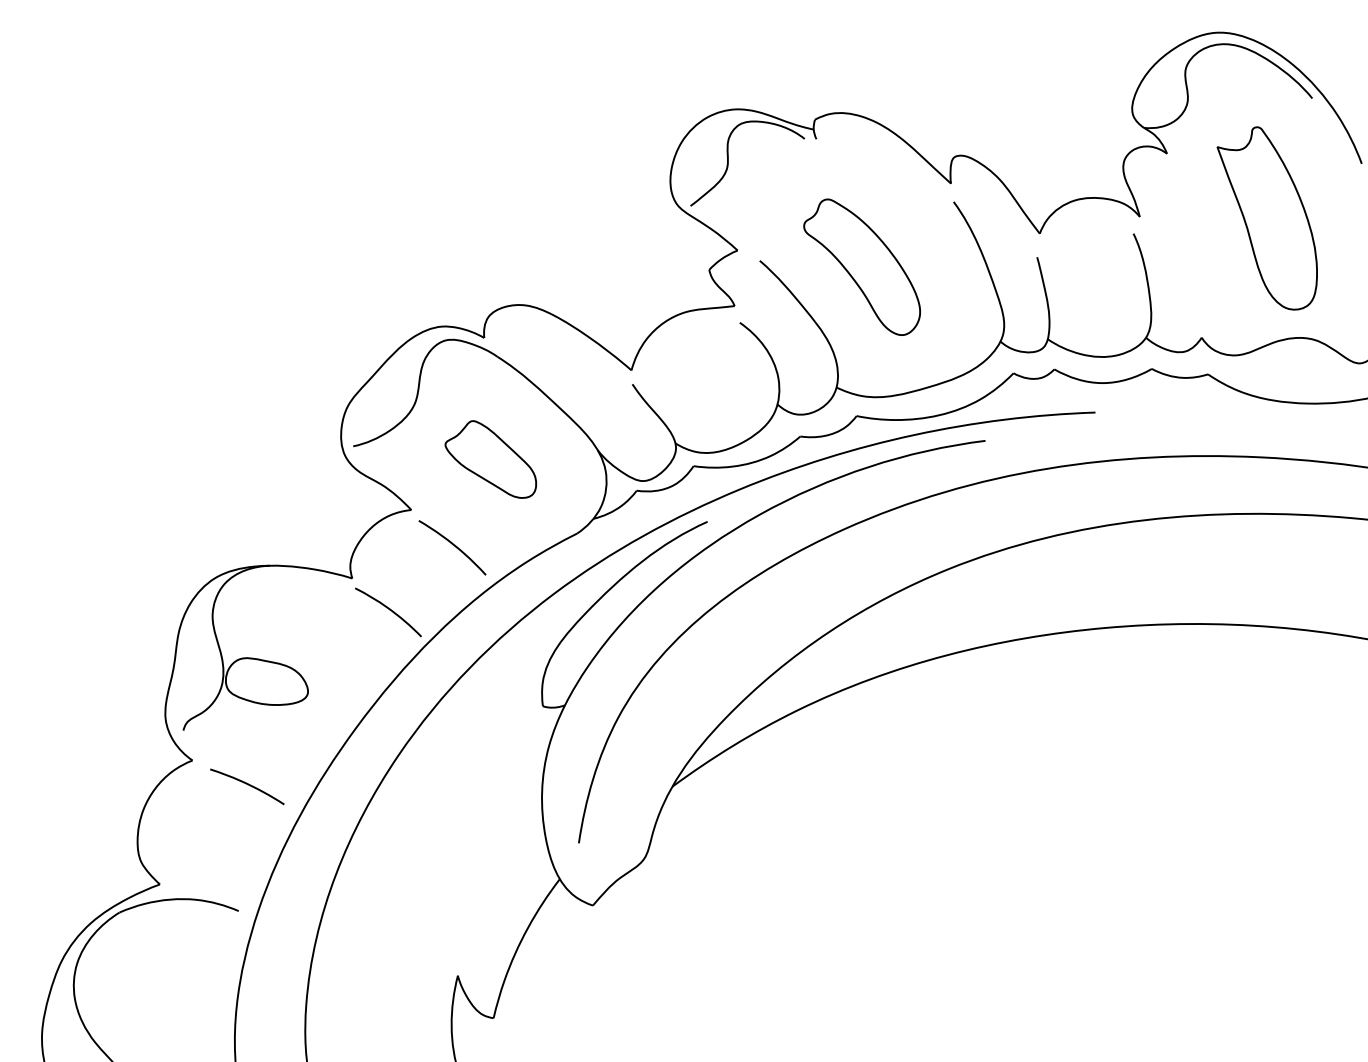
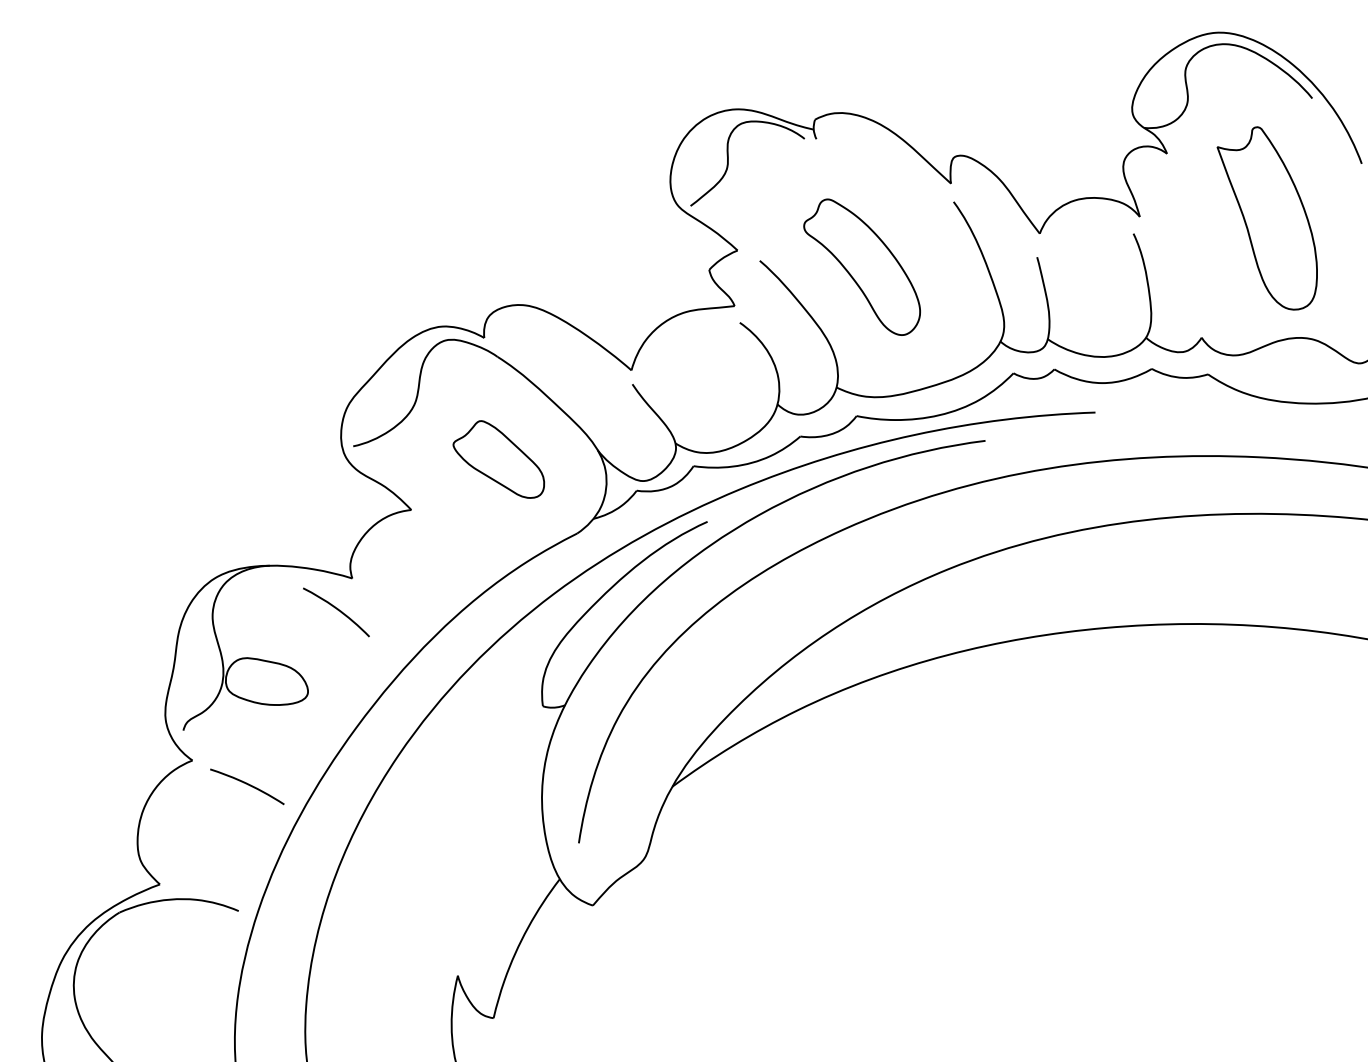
part at (490, 459) position: (490, 459) -> (498, 459)
curve at (452, 545): present -> none
curve at (389, 610) position: (389, 610) -> (337, 610)
